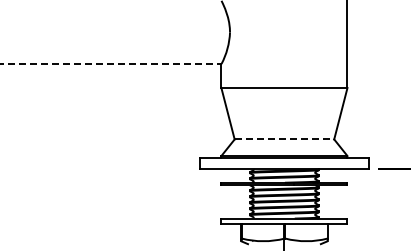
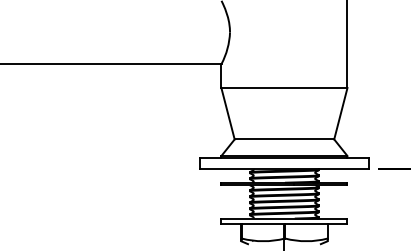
line at (111, 64): dashed -> solid
line at (284, 139): dashed -> solid
